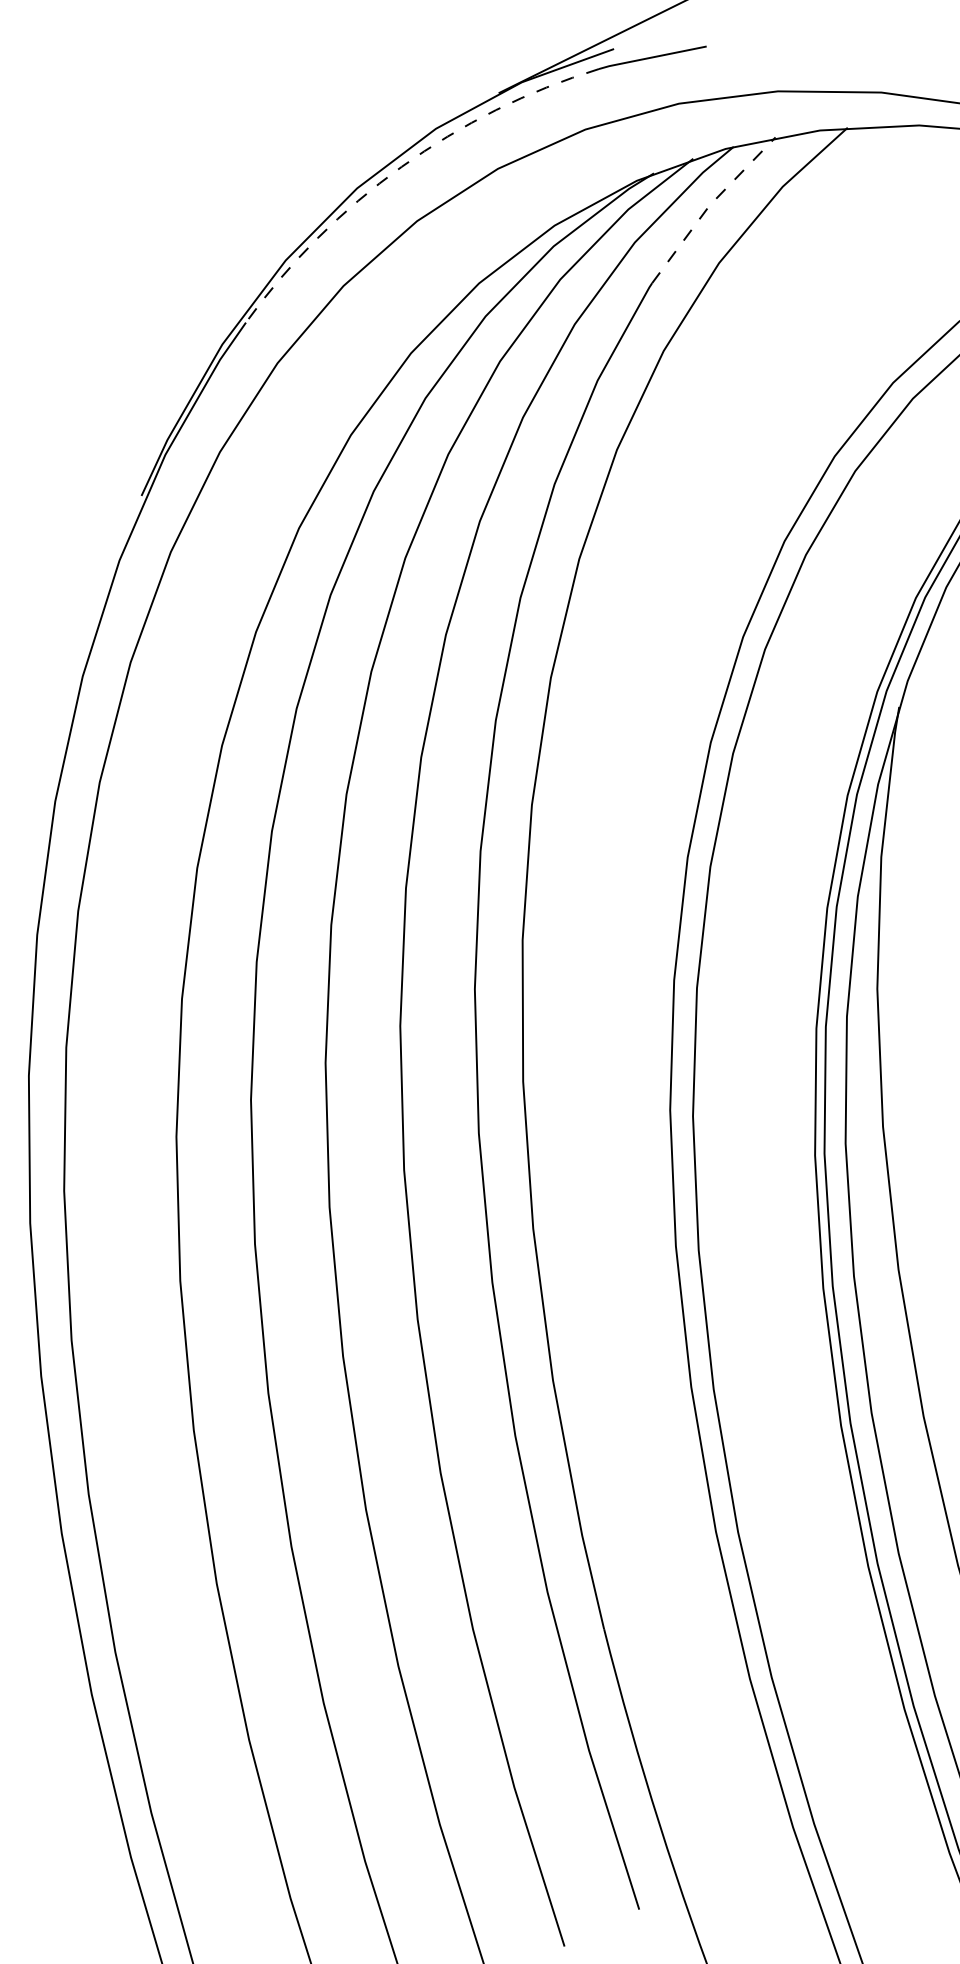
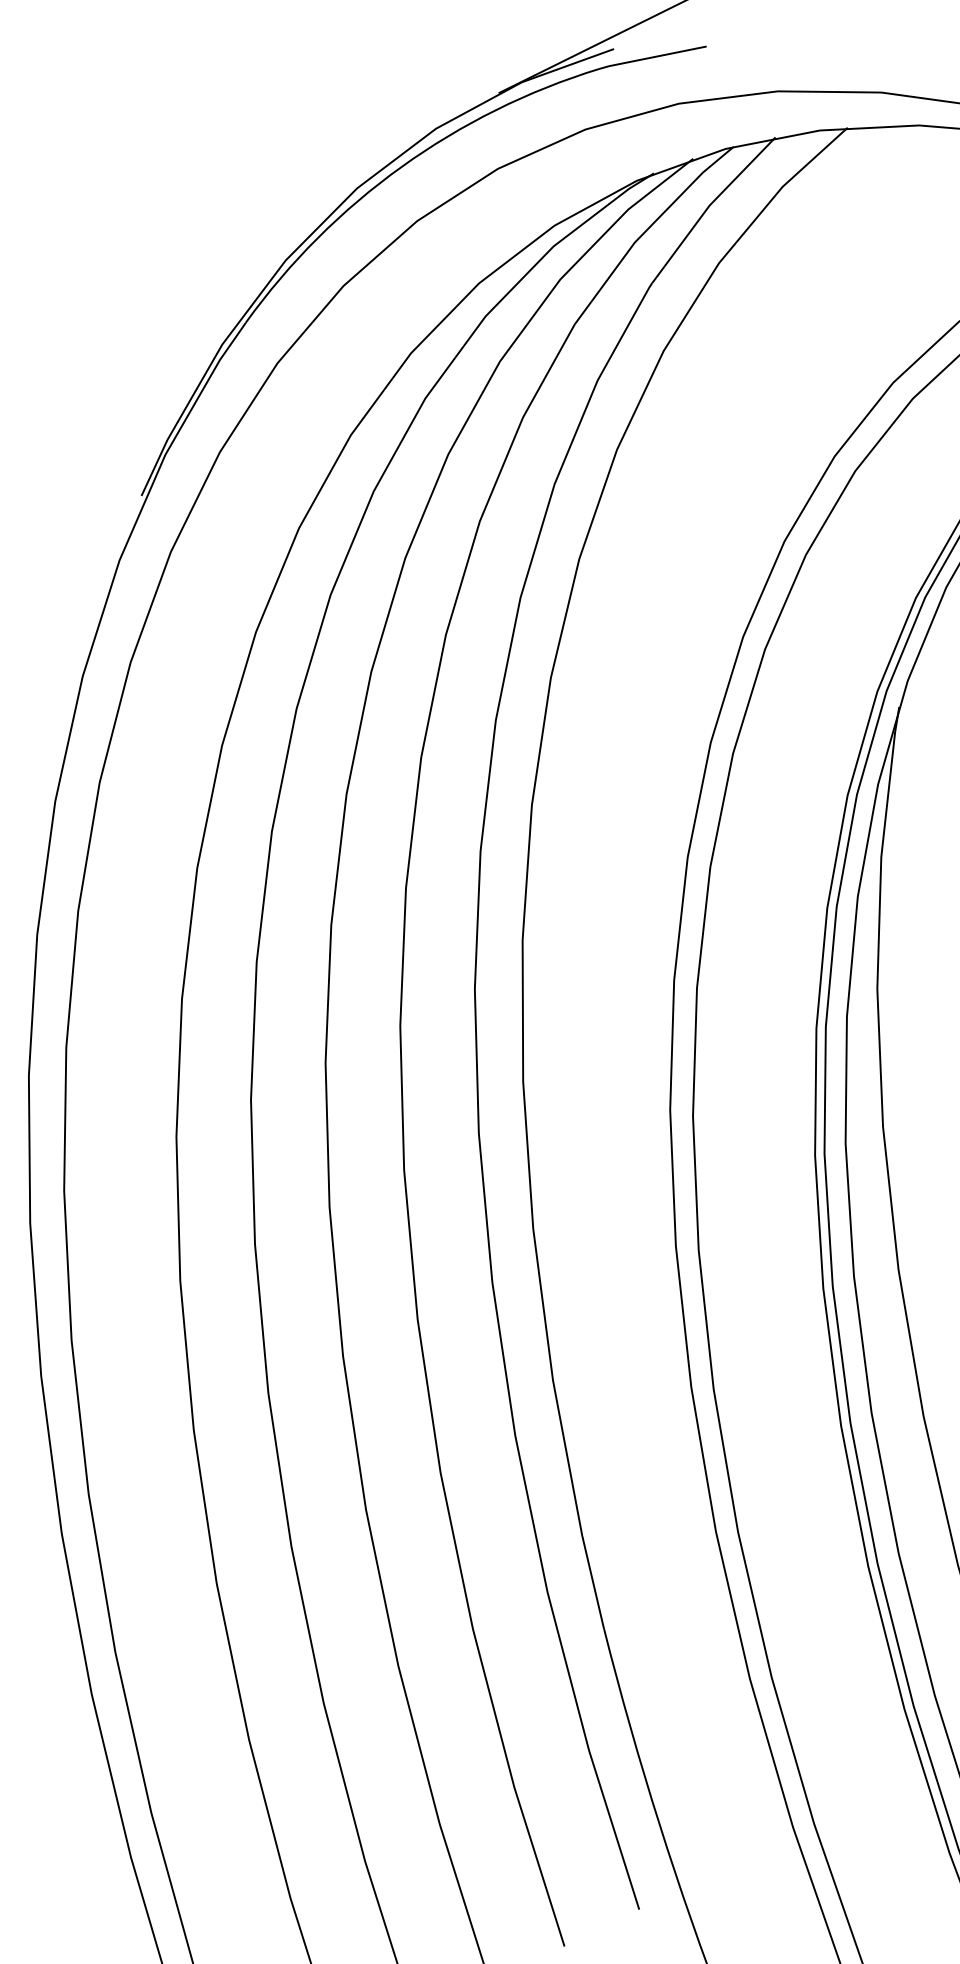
arc at (401, 166): dashed -> solid
line at (709, 205): dashed -> solid
